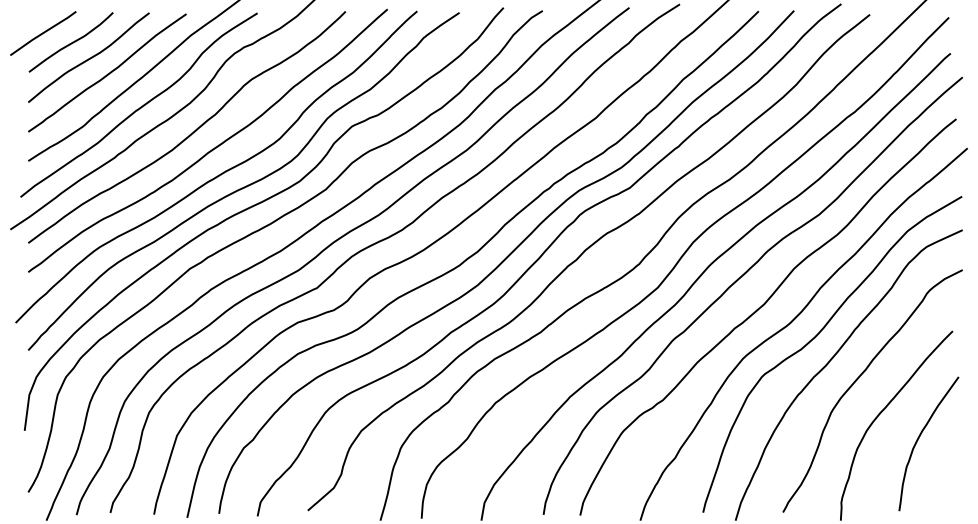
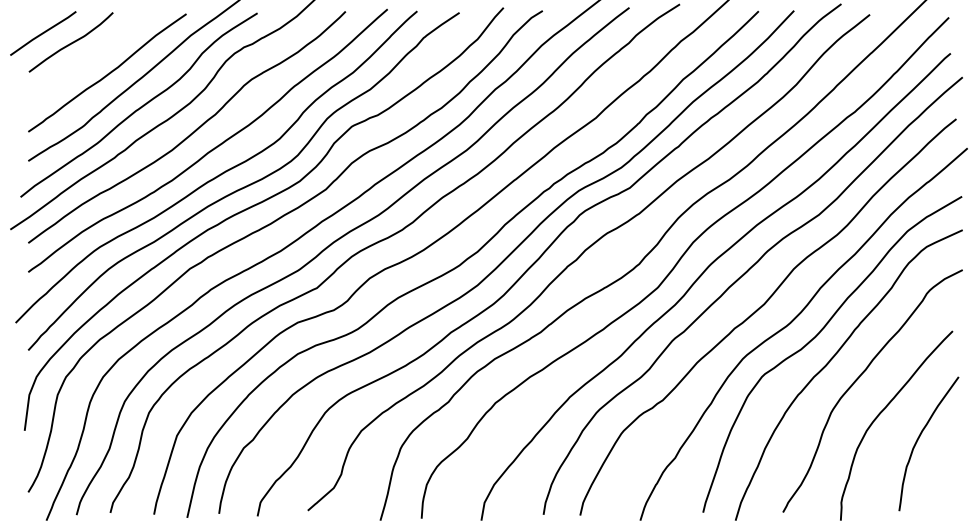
curve at (89, 57): present -> none
